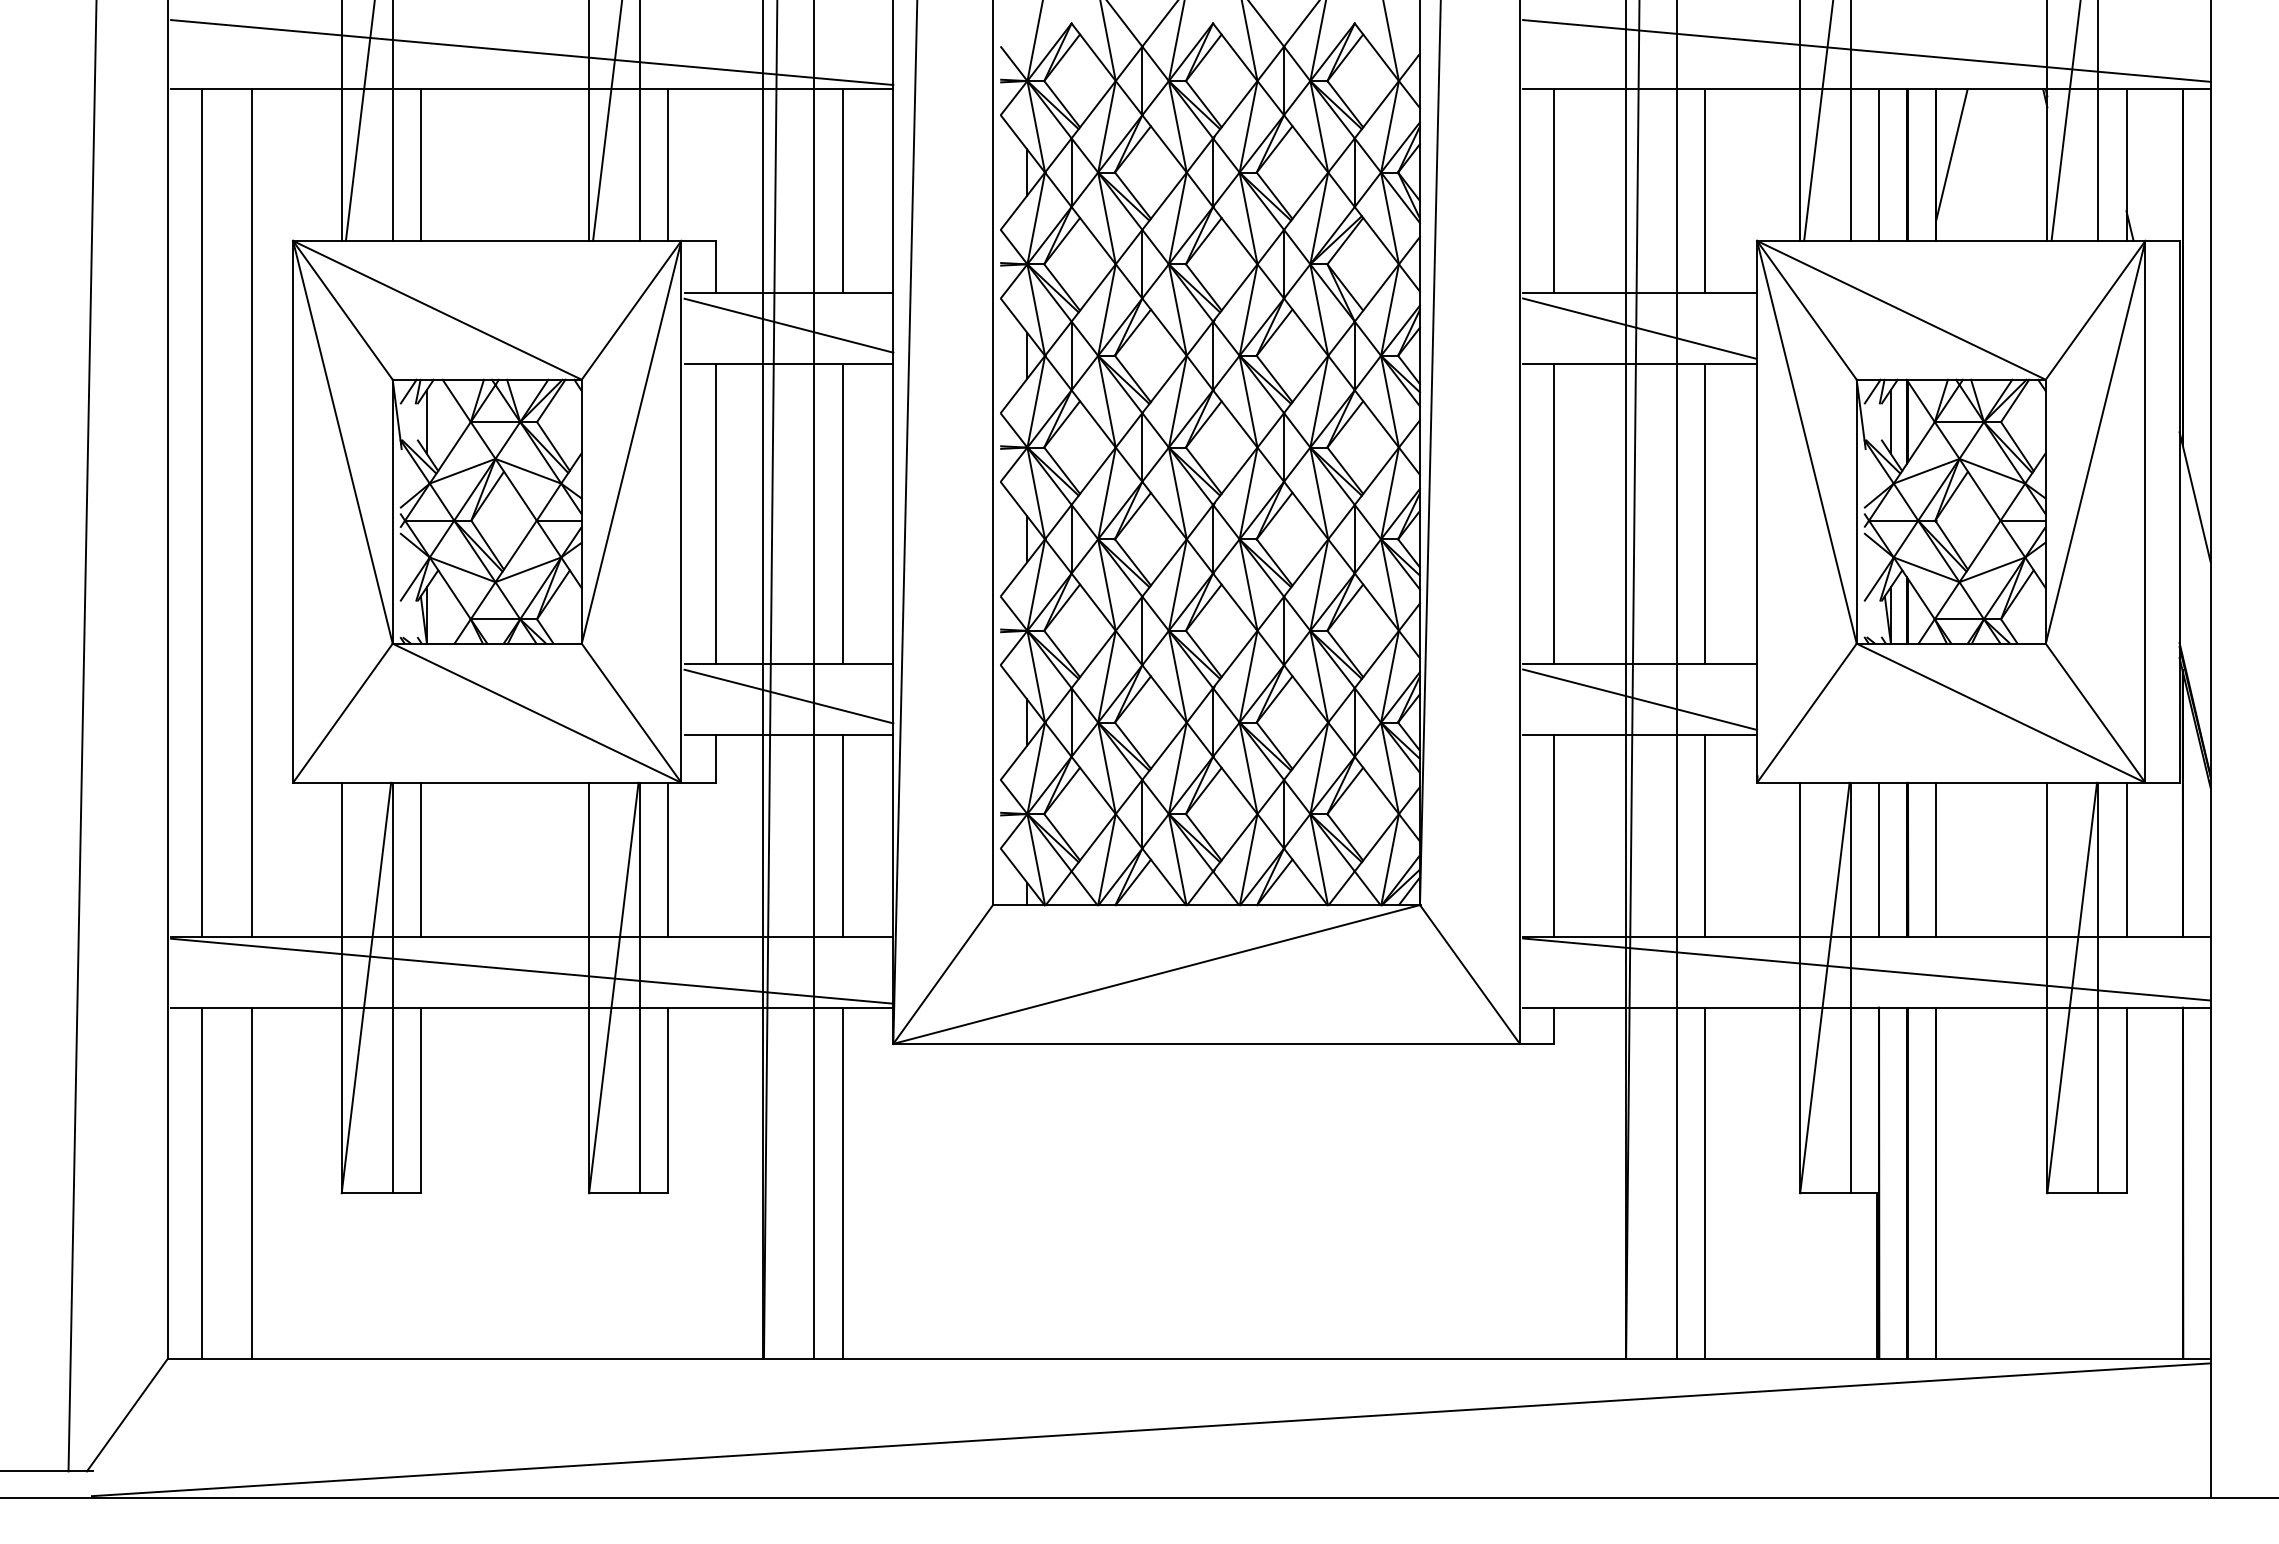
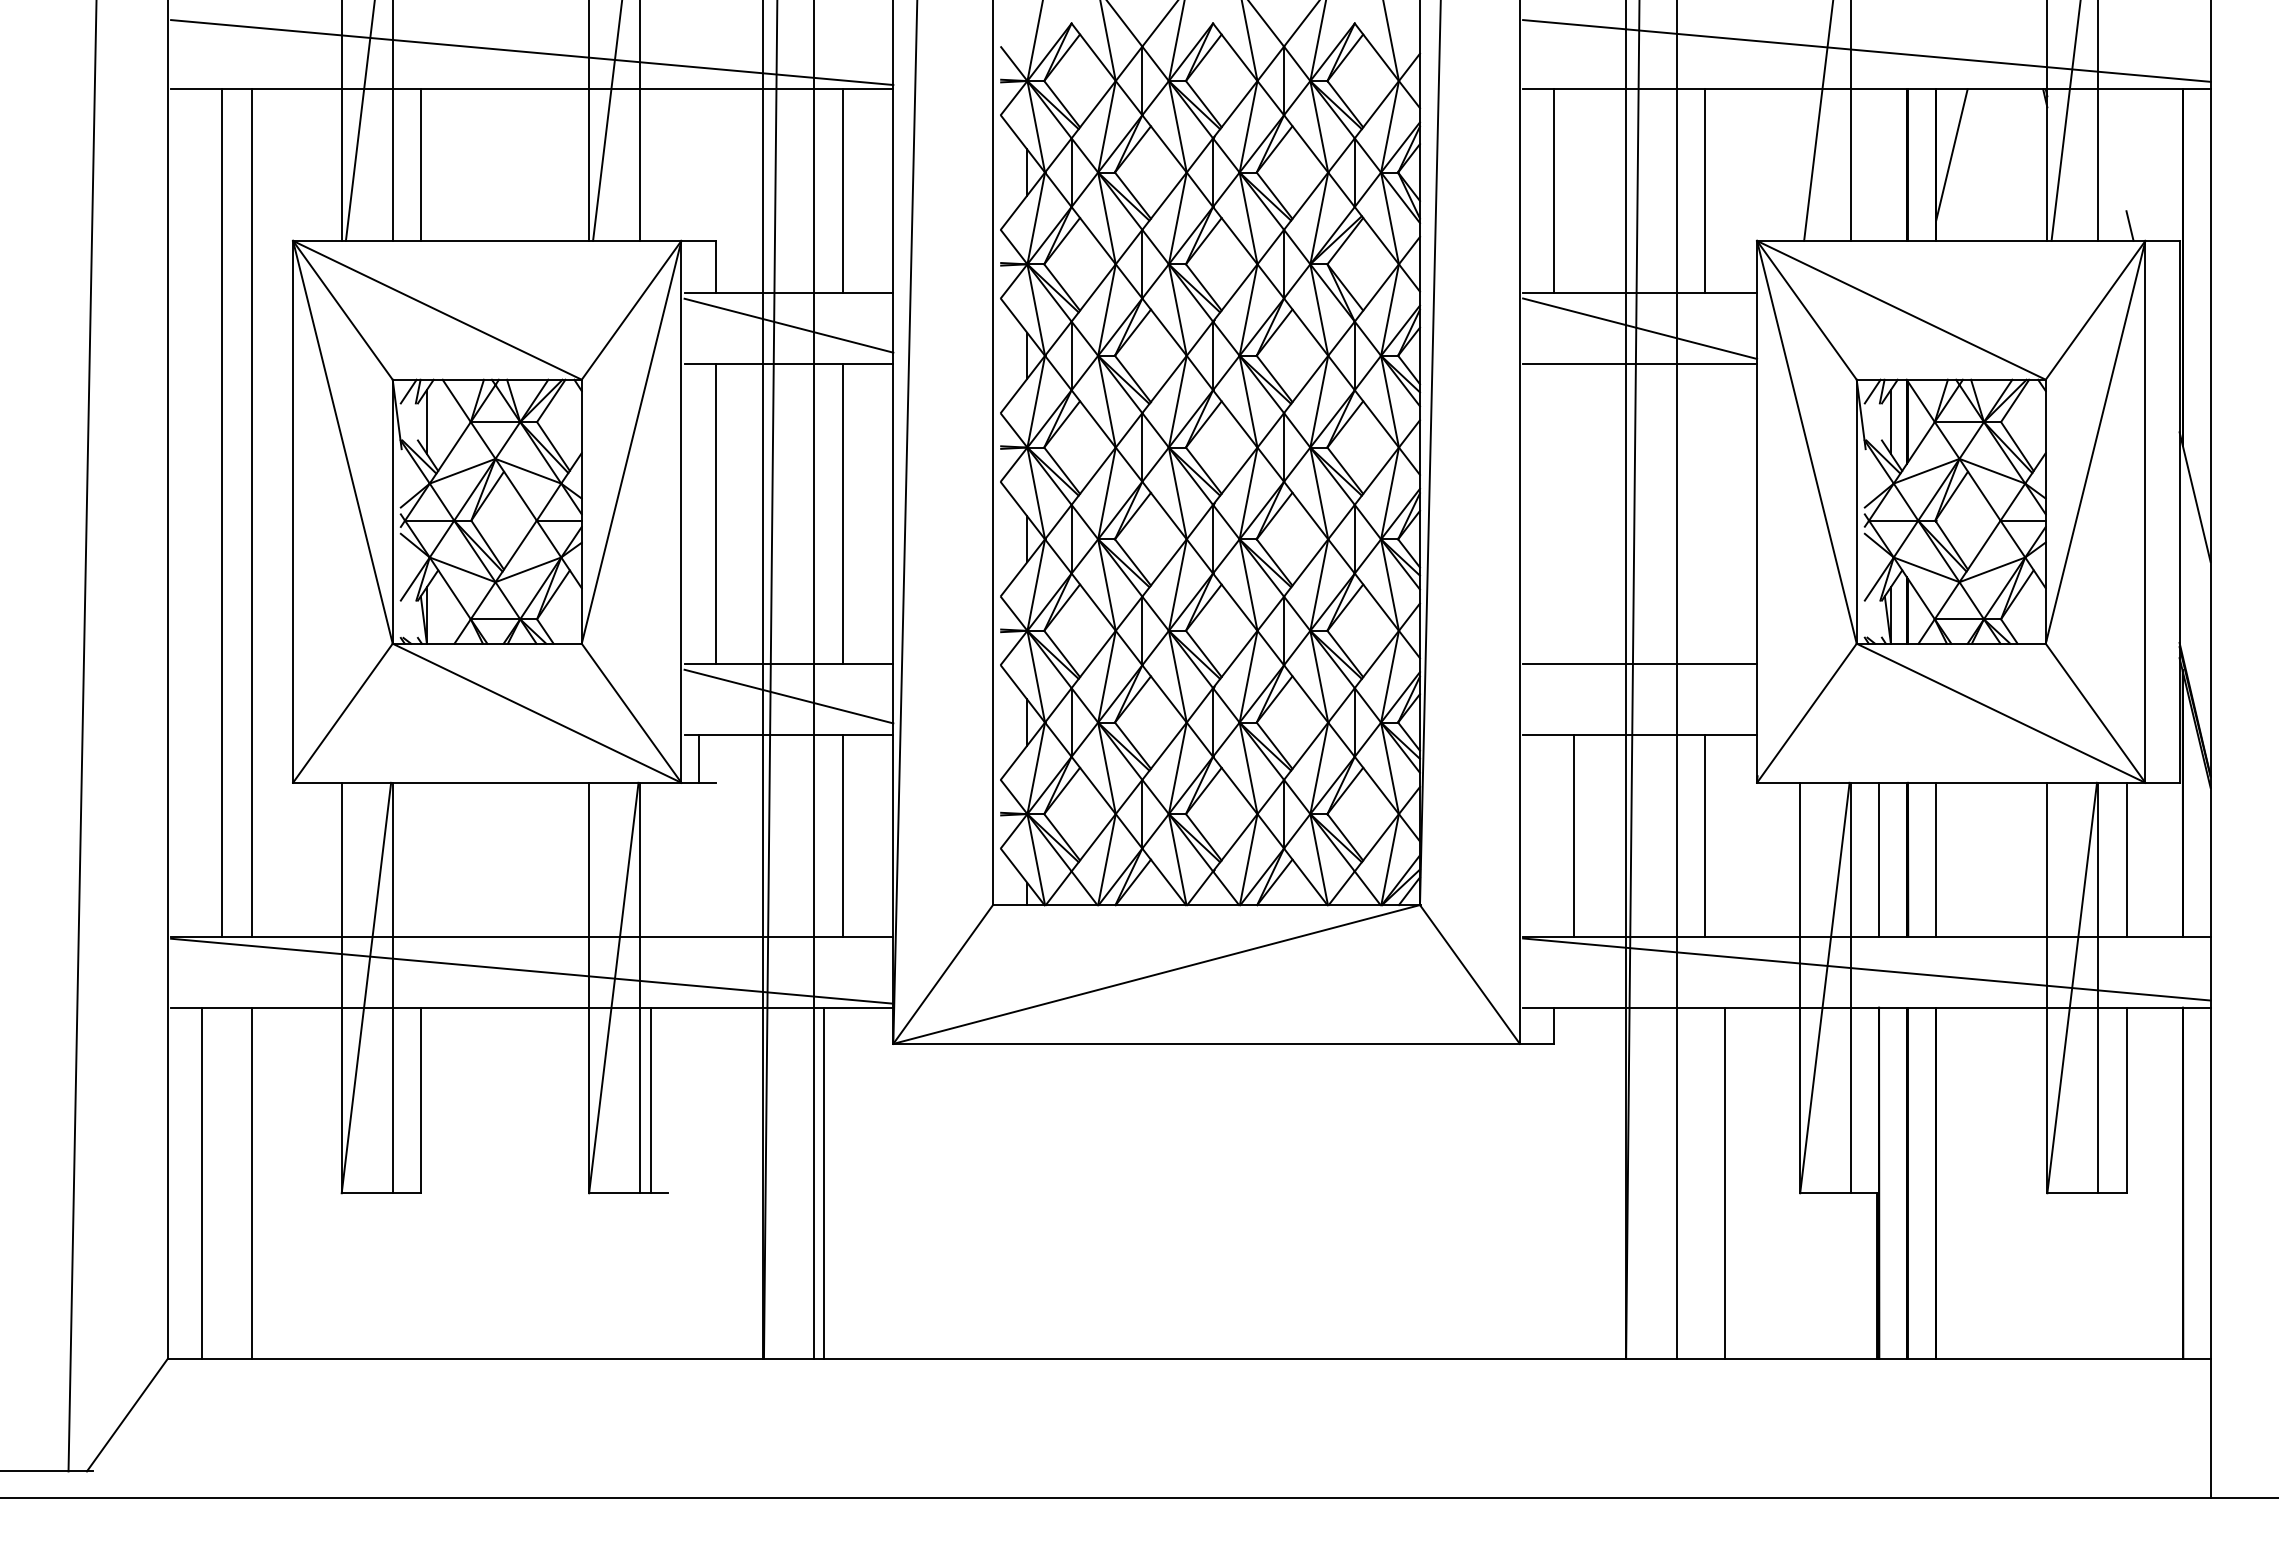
line at (1800, 121): present -> none
line at (668, 164): present -> none
line at (1879, 164): present -> none
line at (2126, 164): present -> none
line at (201, 512) position: (201, 512) -> (221, 512)
line at (1553, 513): present -> none
line at (1704, 513): present -> none
line at (1640, 699): present -> none
line at (715, 758) position: (715, 758) -> (698, 758)
line at (1553, 835) position: (1553, 835) -> (1573, 835)
line at (420, 859): present -> none
line at (668, 859): present -> none
line at (668, 1100) position: (668, 1100) -> (651, 1100)
line at (842, 1182) position: (842, 1182) -> (823, 1182)
line at (1704, 1182) position: (1704, 1182) -> (1724, 1182)
line at (1150, 1429): present -> none
